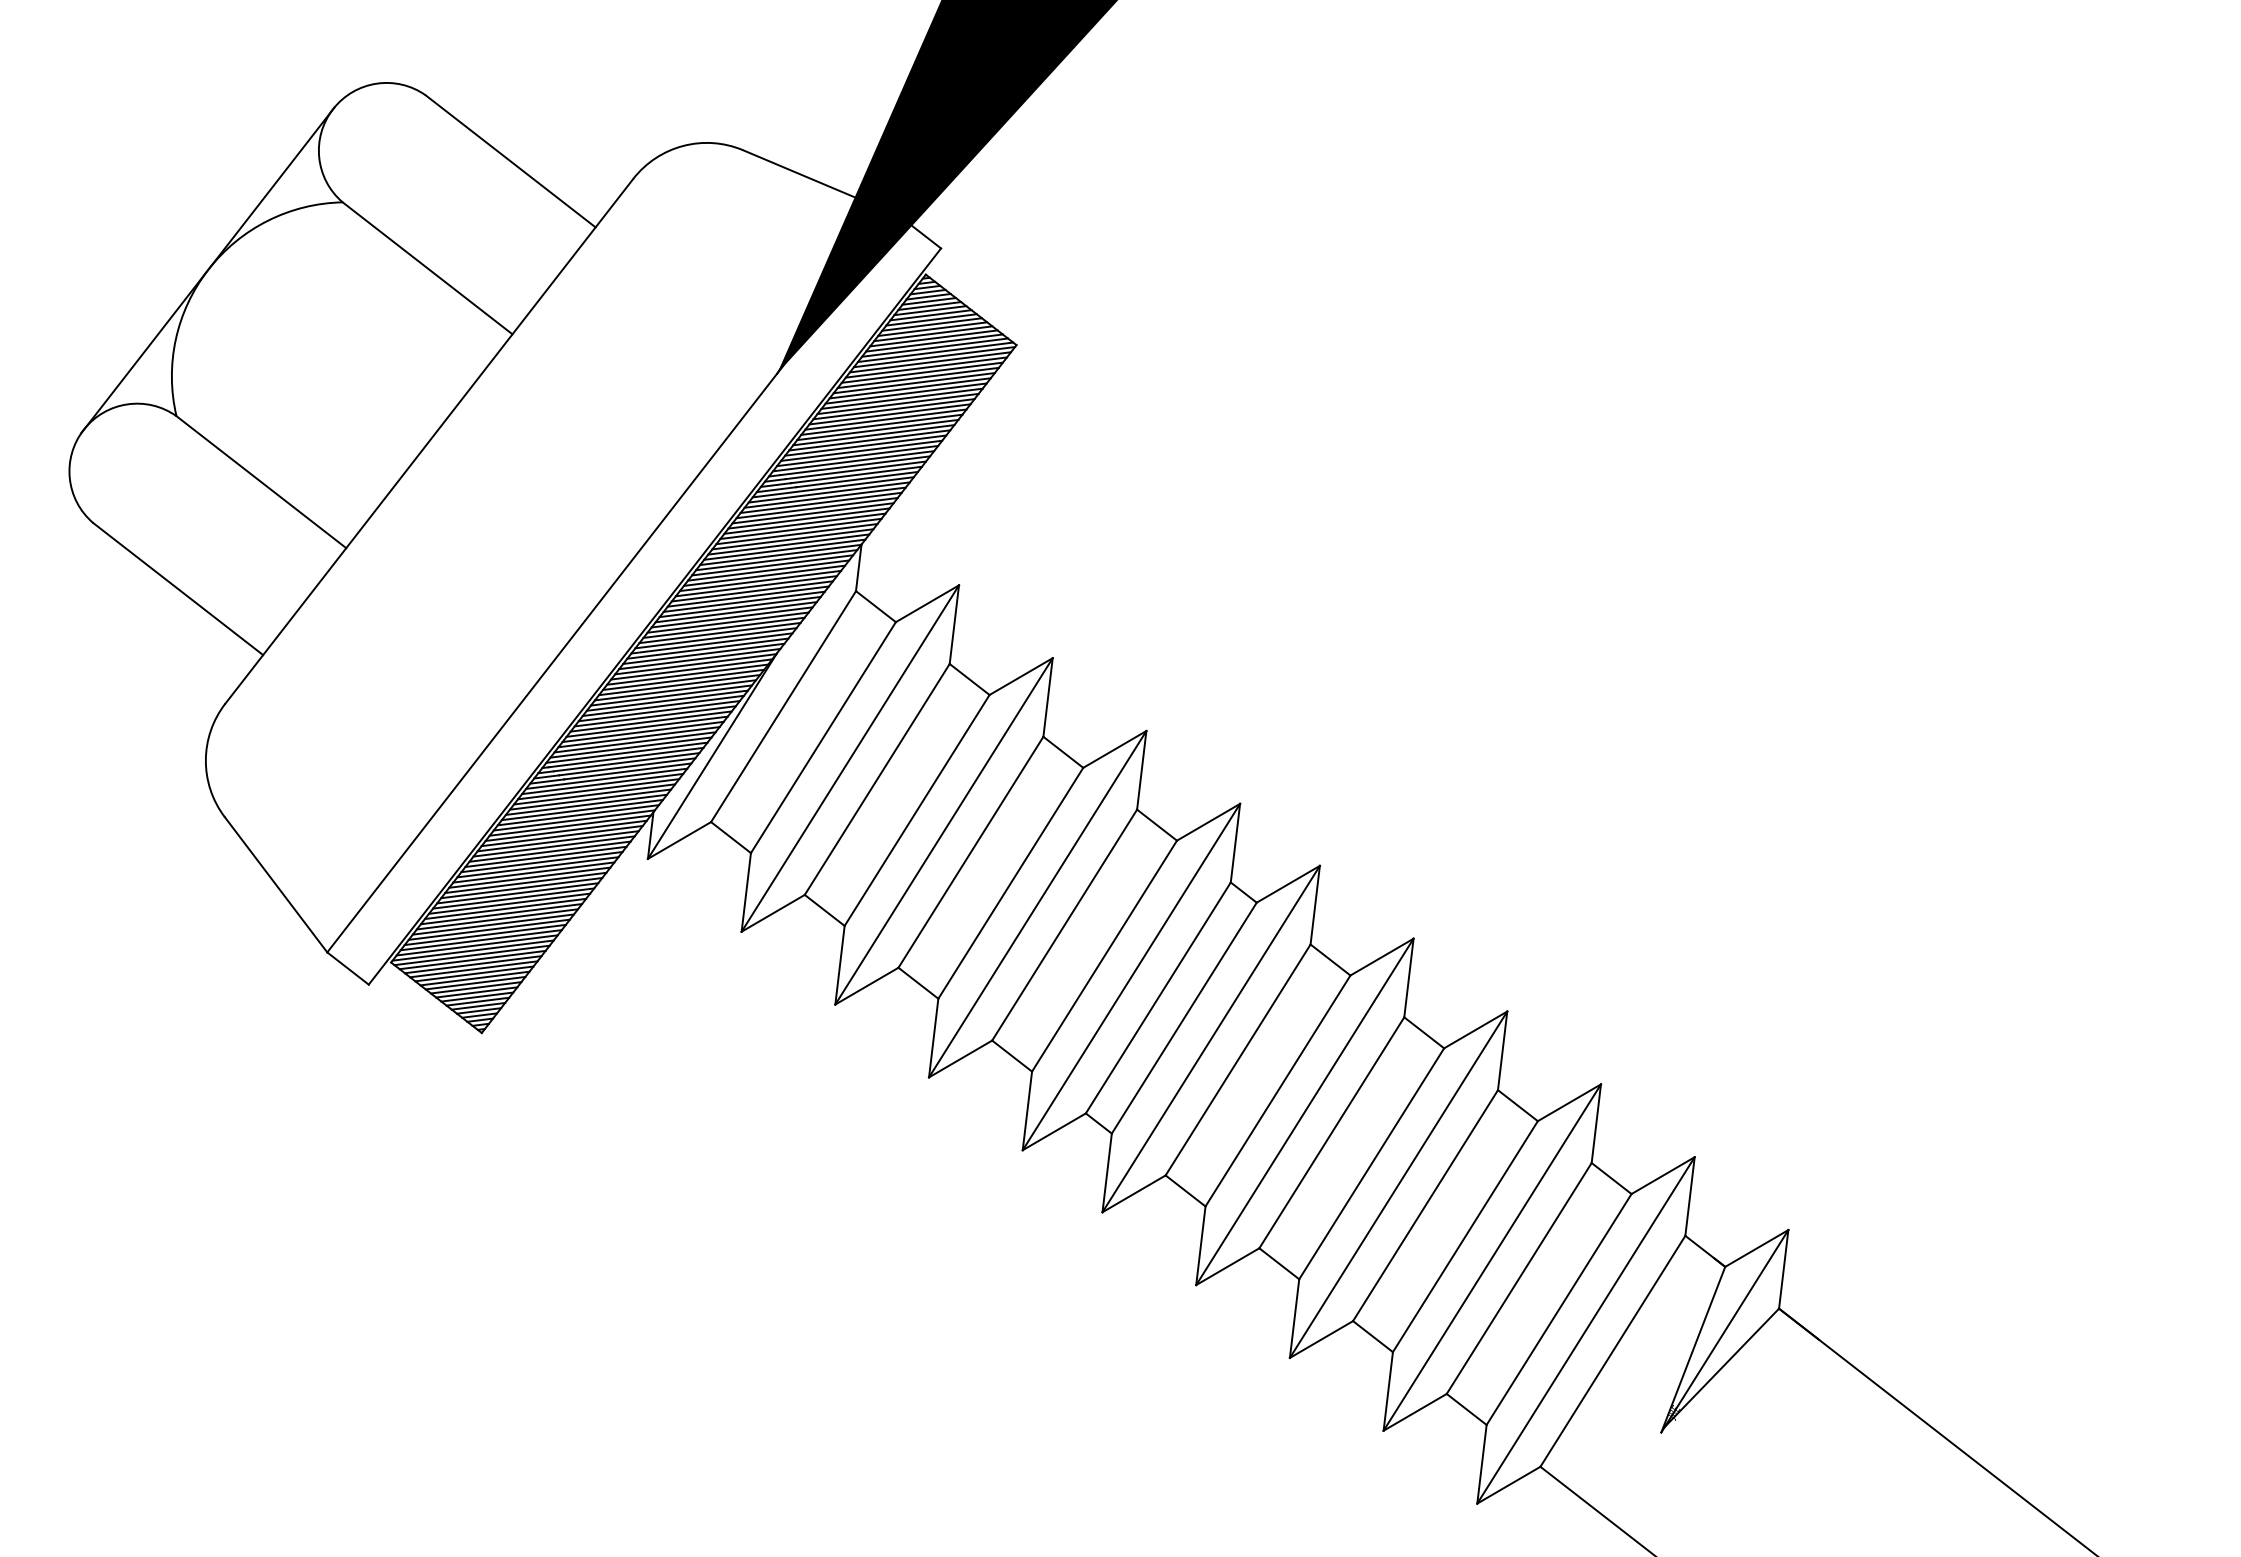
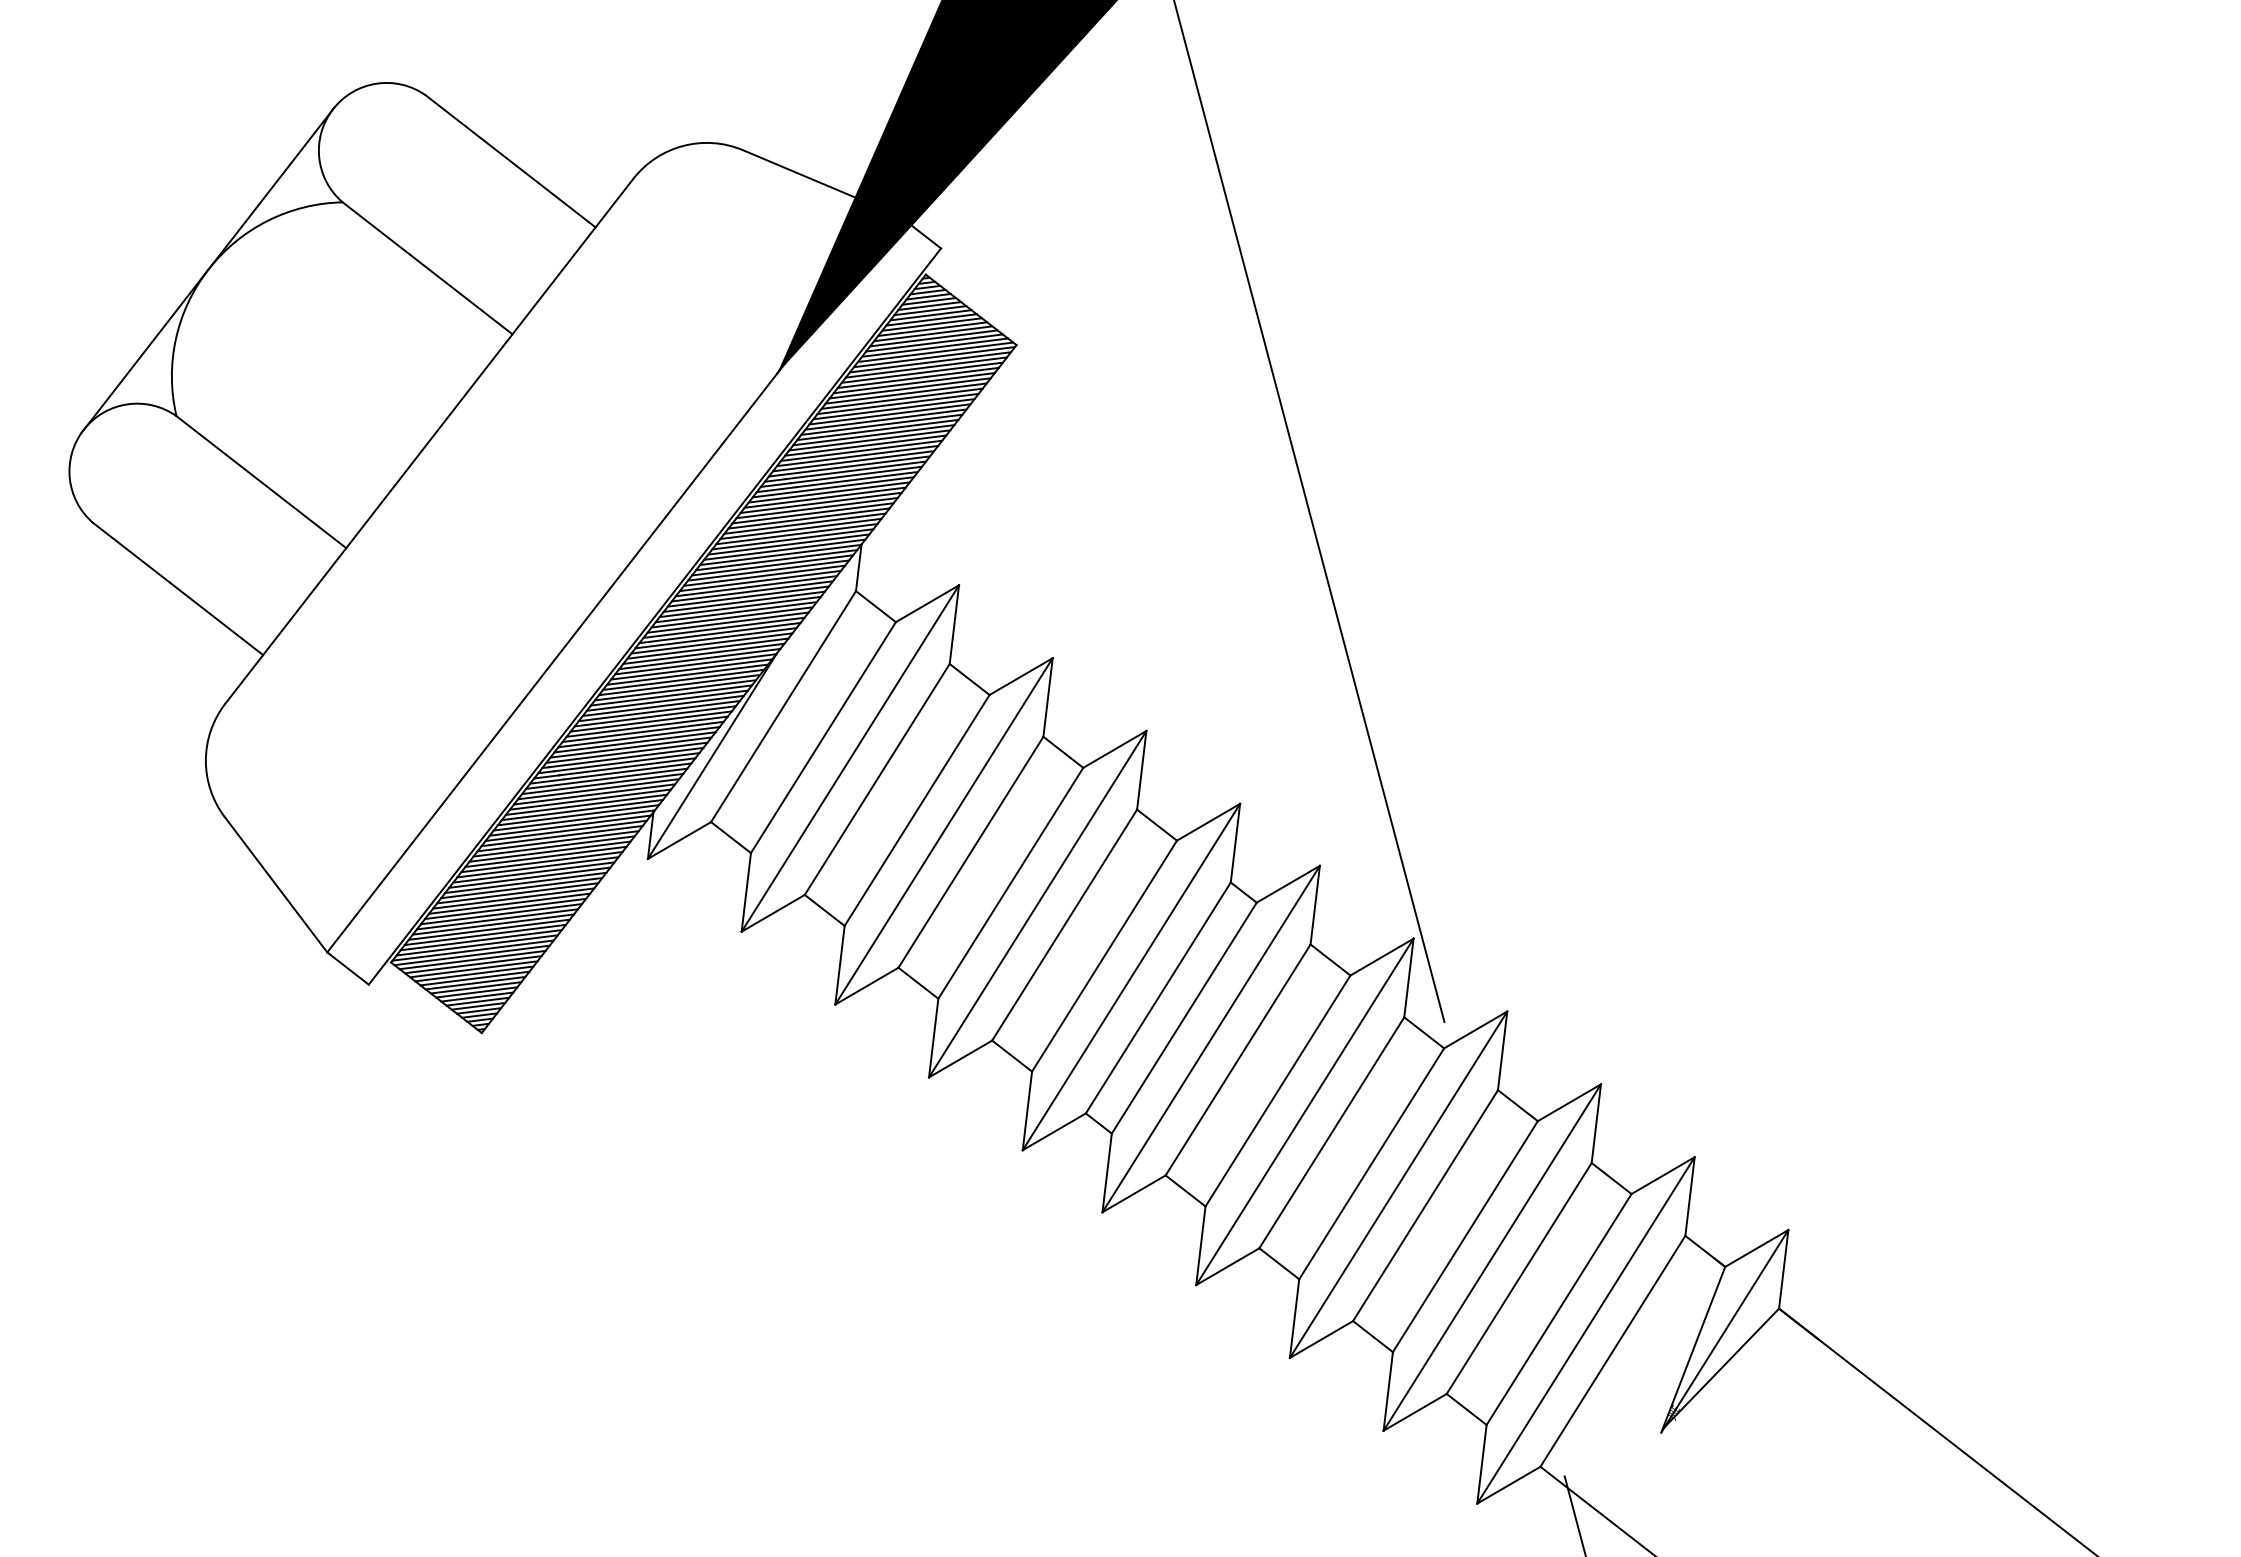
line at (1309, 512): none -> present
line at (1574, 1514): none -> present
